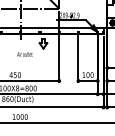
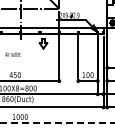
text at (24, 54) position: (24, 54) -> (12, 54)
line at (57, 122): solid -> dashed
